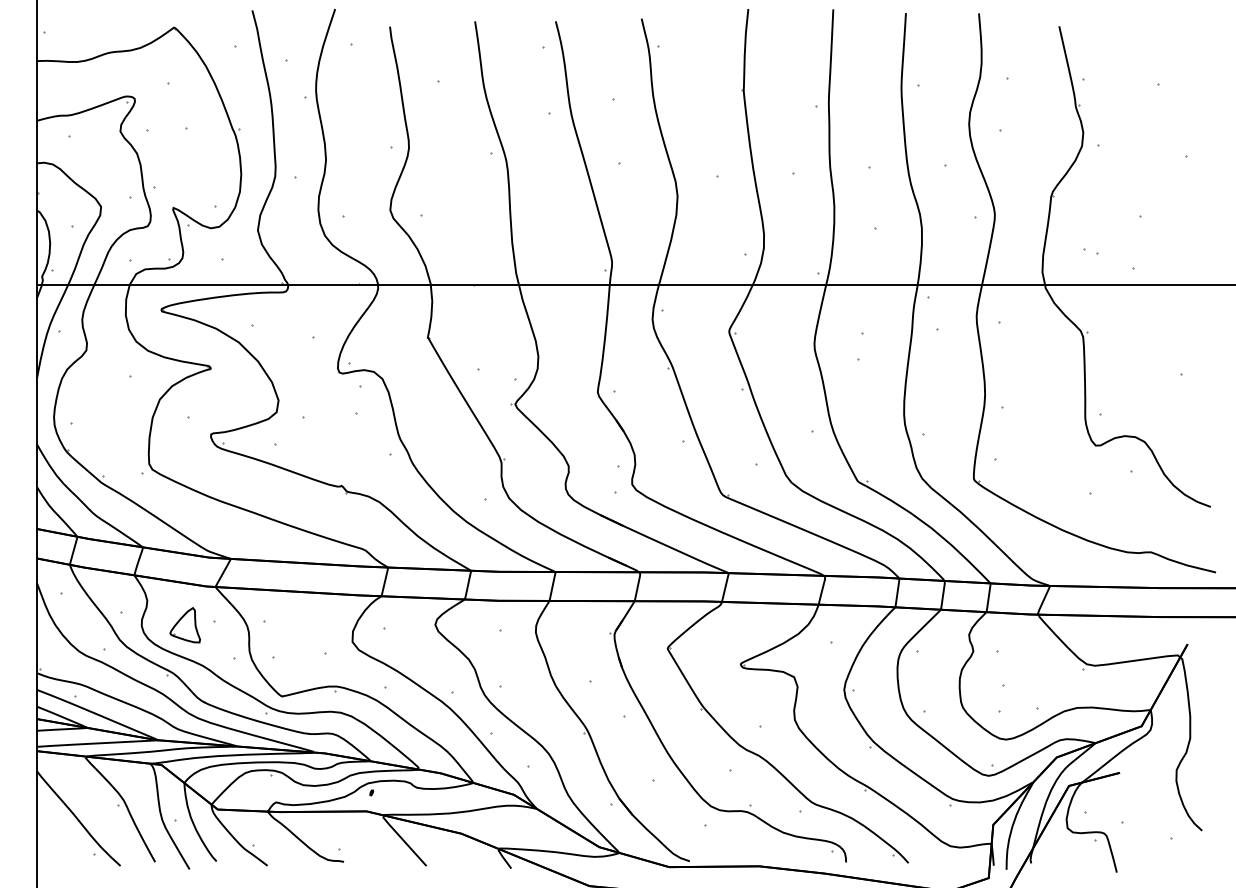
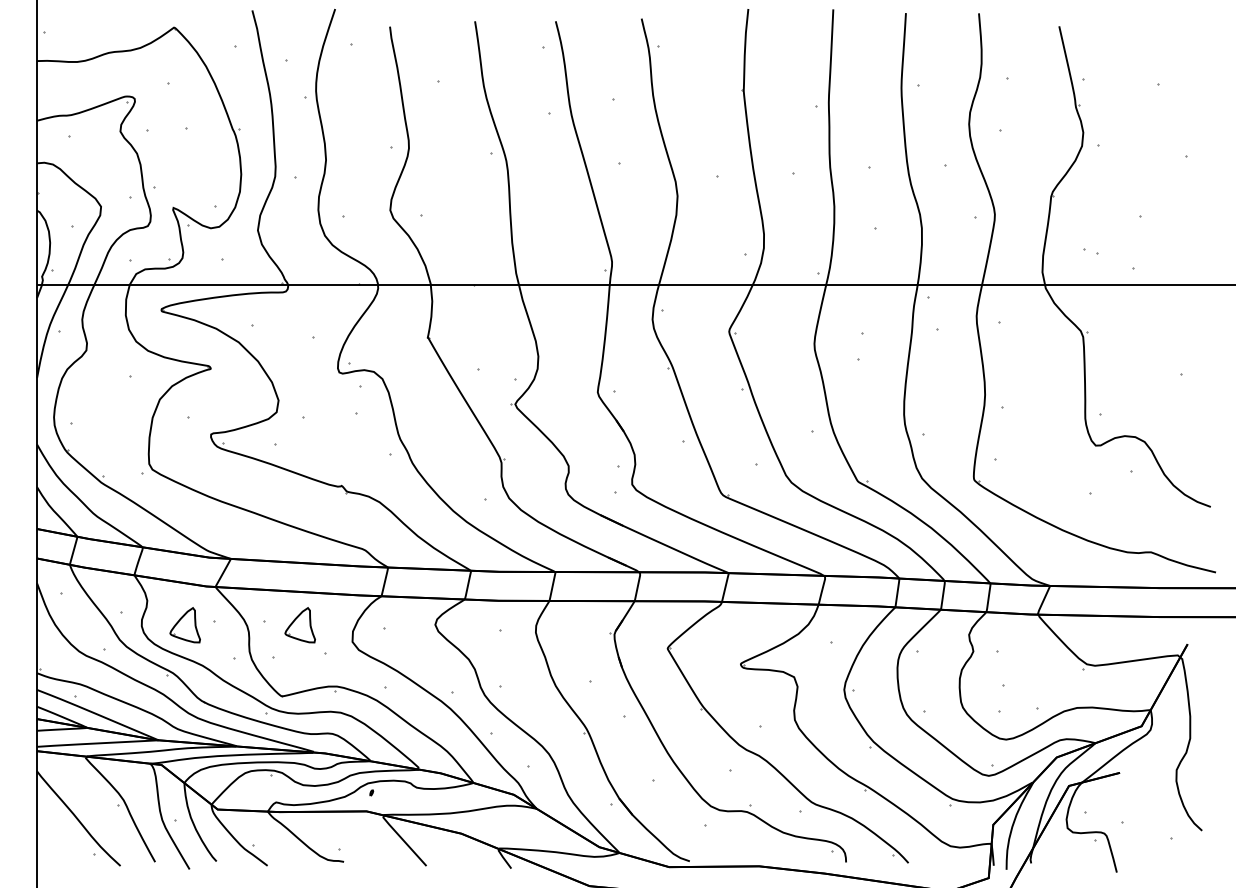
part at (299, 625): none -> present
